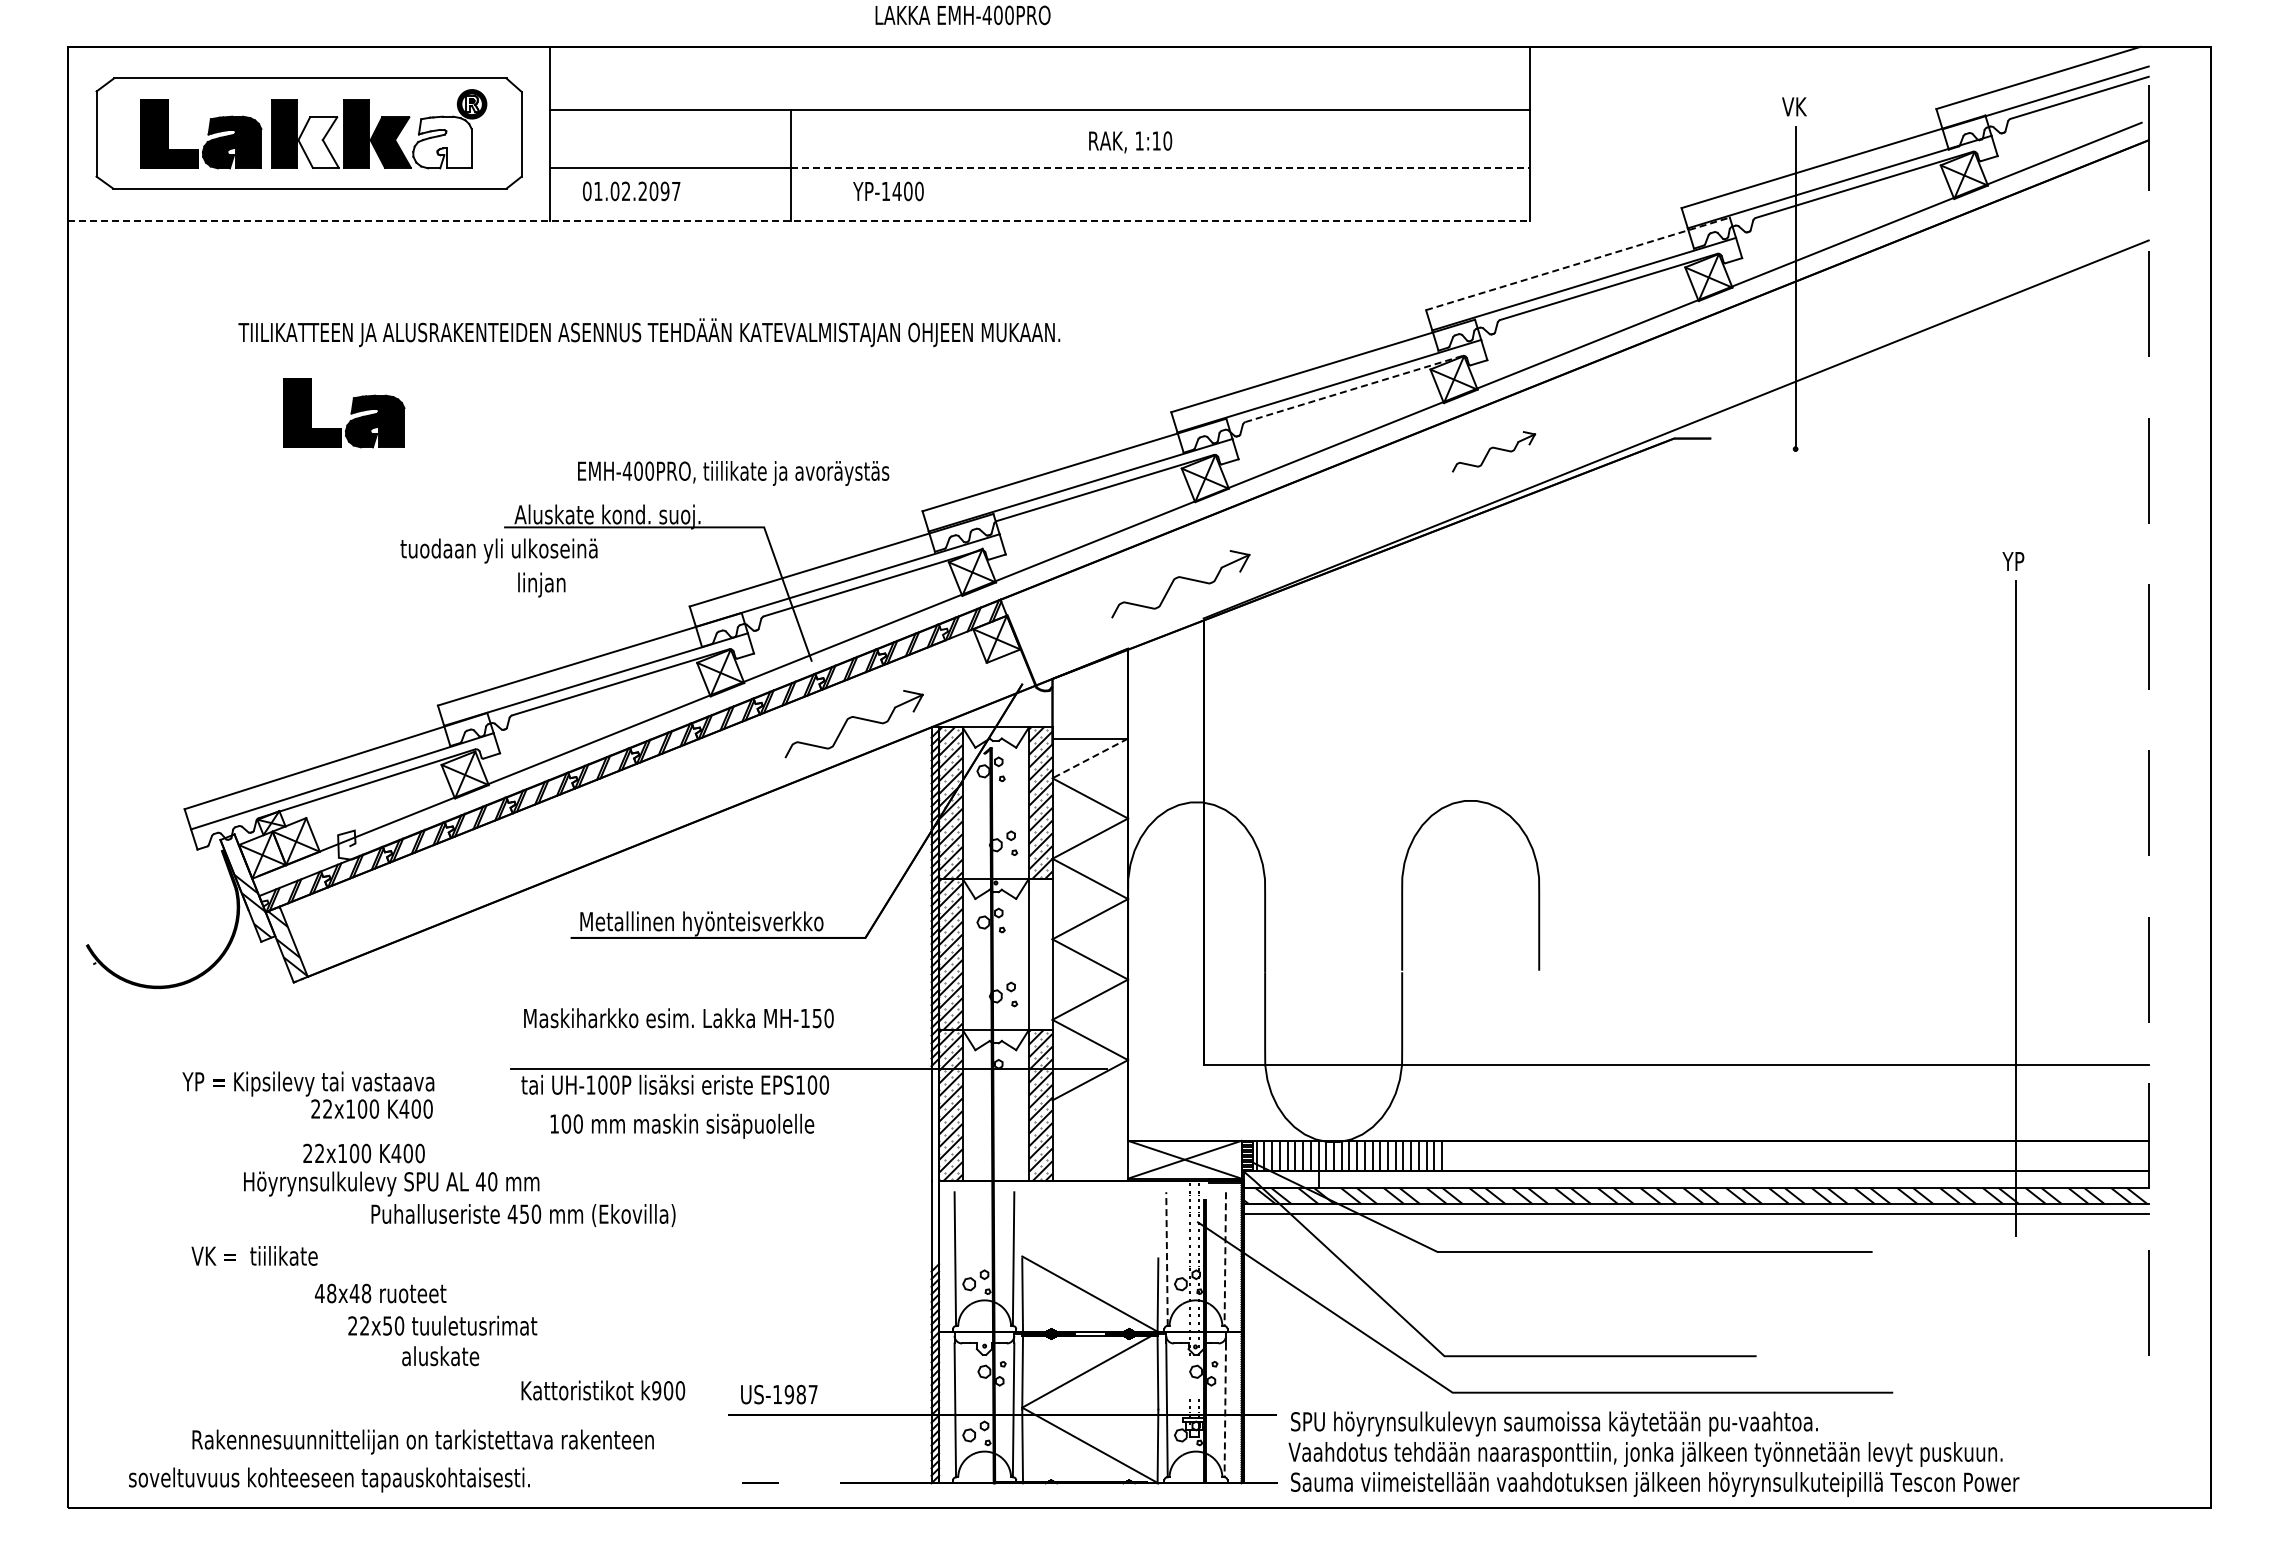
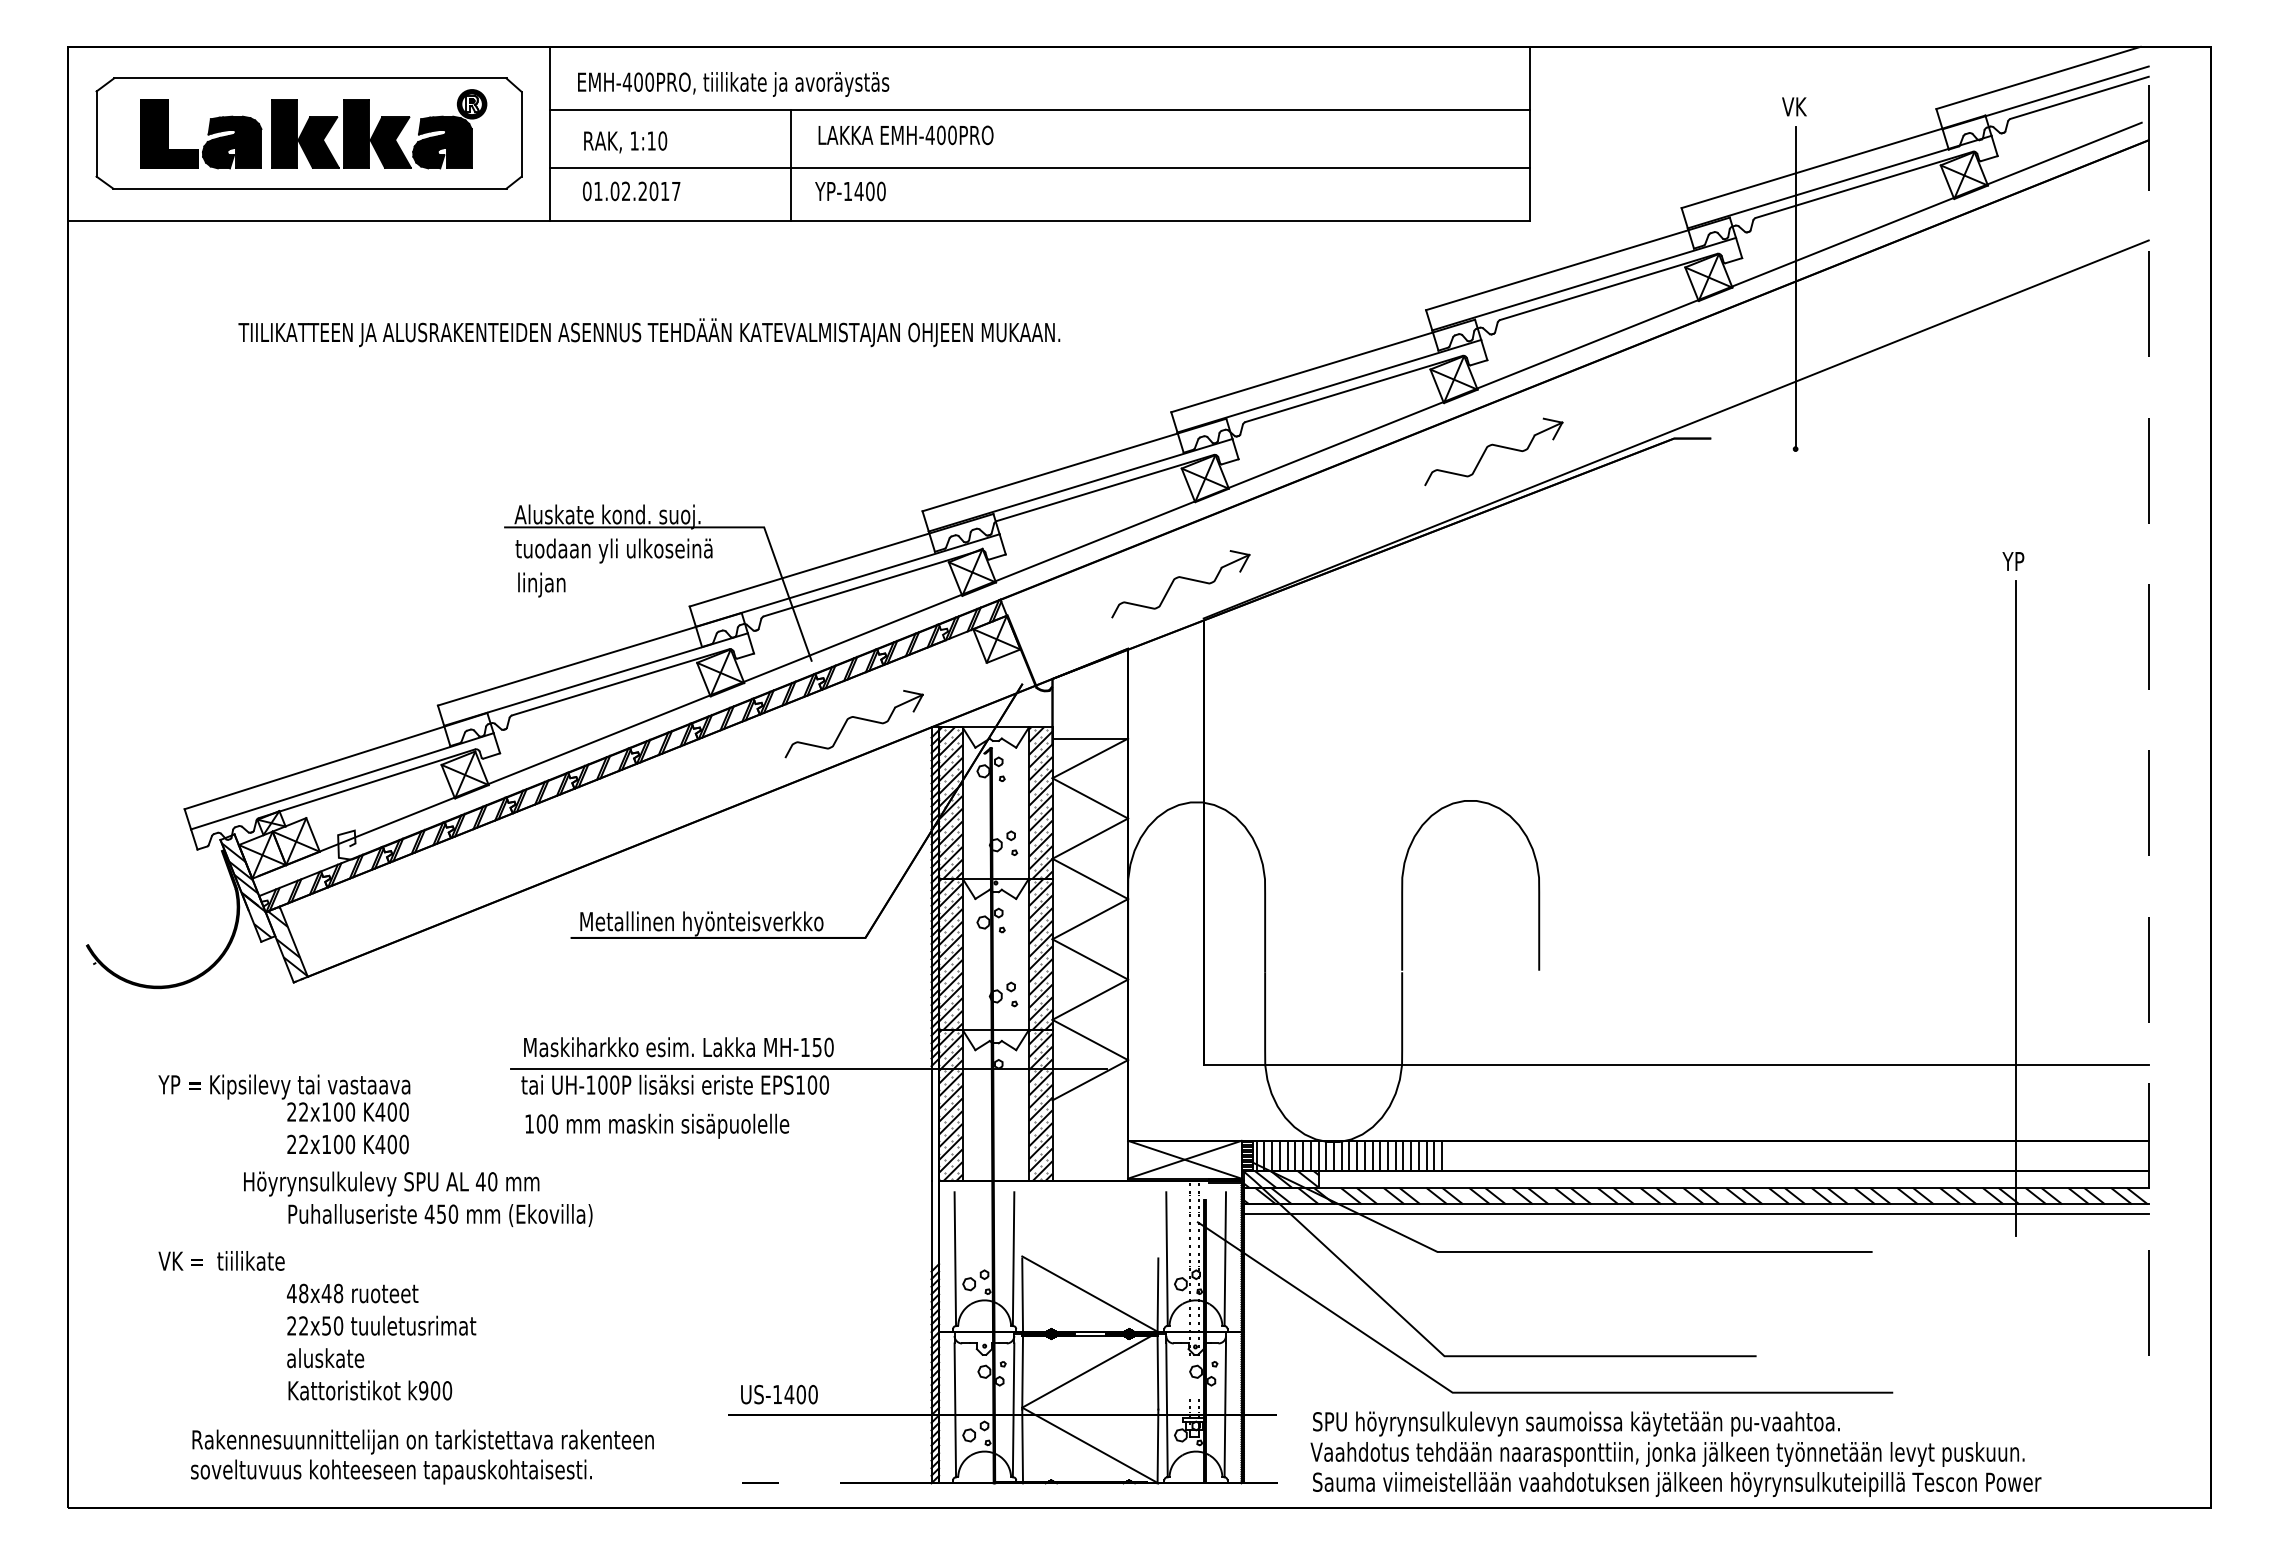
text at (962, 15) position: (962, 15) -> (905, 135)
fill at (318, 142): none -> present
fill at (442, 142): none -> present
text at (1130, 142) position: (1130, 142) -> (625, 142)
line at (1160, 167): dashed -> solid
text at (664, 191): 01.02.2097 -> 01.02.2017
text at (888, 191) position: (888, 191) -> (850, 191)
line at (799, 221): dashed -> solid
line at (1577, 263): dashed -> solid
line at (1353, 389): dashed -> solid
part at (344, 413): present -> none
part at (1494, 451) size: 85x42 px -> 140x70 px
text at (733, 473) position: (733, 473) -> (733, 84)
text at (498, 550) position: (498, 550) -> (613, 550)
line at (1090, 758): dashed -> solid
hatch at (239, 874): none -> present
hatch at (1040, 953): none -> present
text at (678, 1018) position: (678, 1018) -> (678, 1047)
text at (308, 1094) position: (308, 1094) -> (284, 1097)
text at (682, 1125) position: (682, 1125) -> (657, 1125)
text at (363, 1153) position: (363, 1153) -> (347, 1144)
hatch at (1281, 1179): none -> present
text at (523, 1215) position: (523, 1215) -> (440, 1215)
text at (254, 1255) position: (254, 1255) -> (221, 1260)
line at (1167, 1259): dashed -> solid
line at (1225, 1259): dashed -> solid
text at (380, 1293) position: (380, 1293) -> (352, 1293)
text at (442, 1325) position: (442, 1325) -> (381, 1325)
text at (440, 1356) position: (440, 1356) -> (325, 1358)
text at (603, 1390) position: (603, 1390) -> (370, 1390)
text at (800, 1394): US-1987 -> US-1400
line at (1225, 1410): dashed -> solid
text at (1653, 1453) position: (1653, 1453) -> (1675, 1453)
text at (329, 1479) position: (329, 1479) -> (391, 1471)
